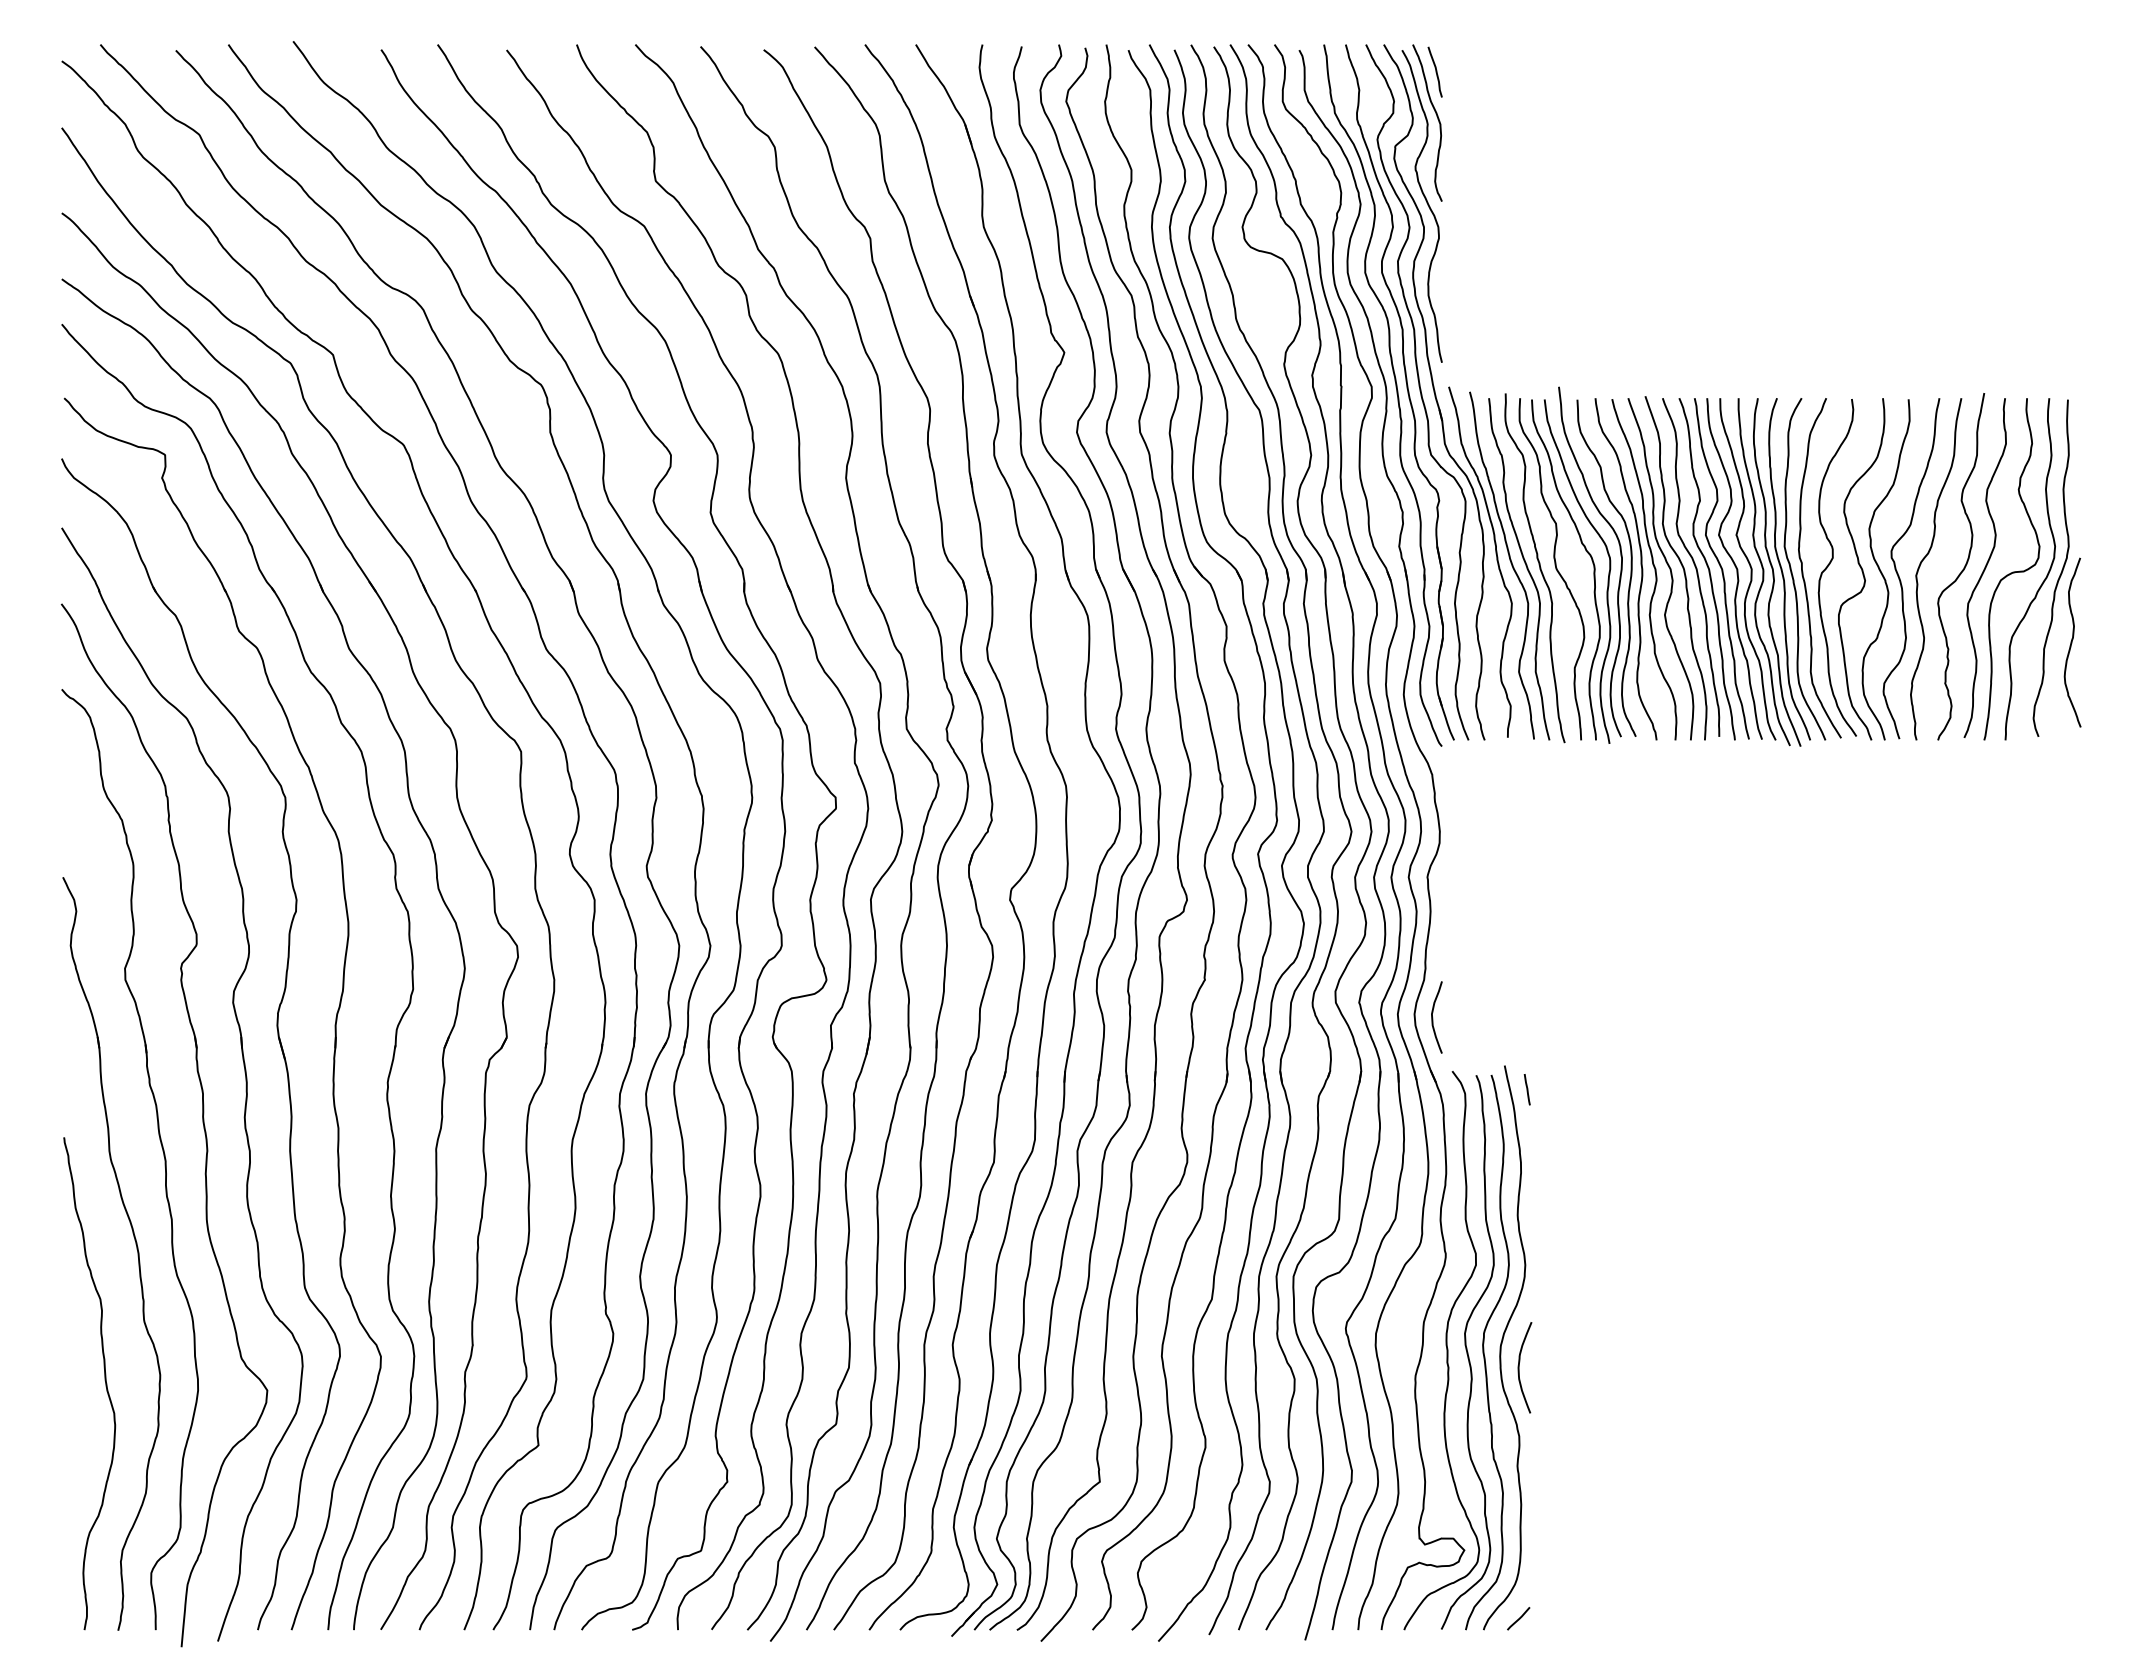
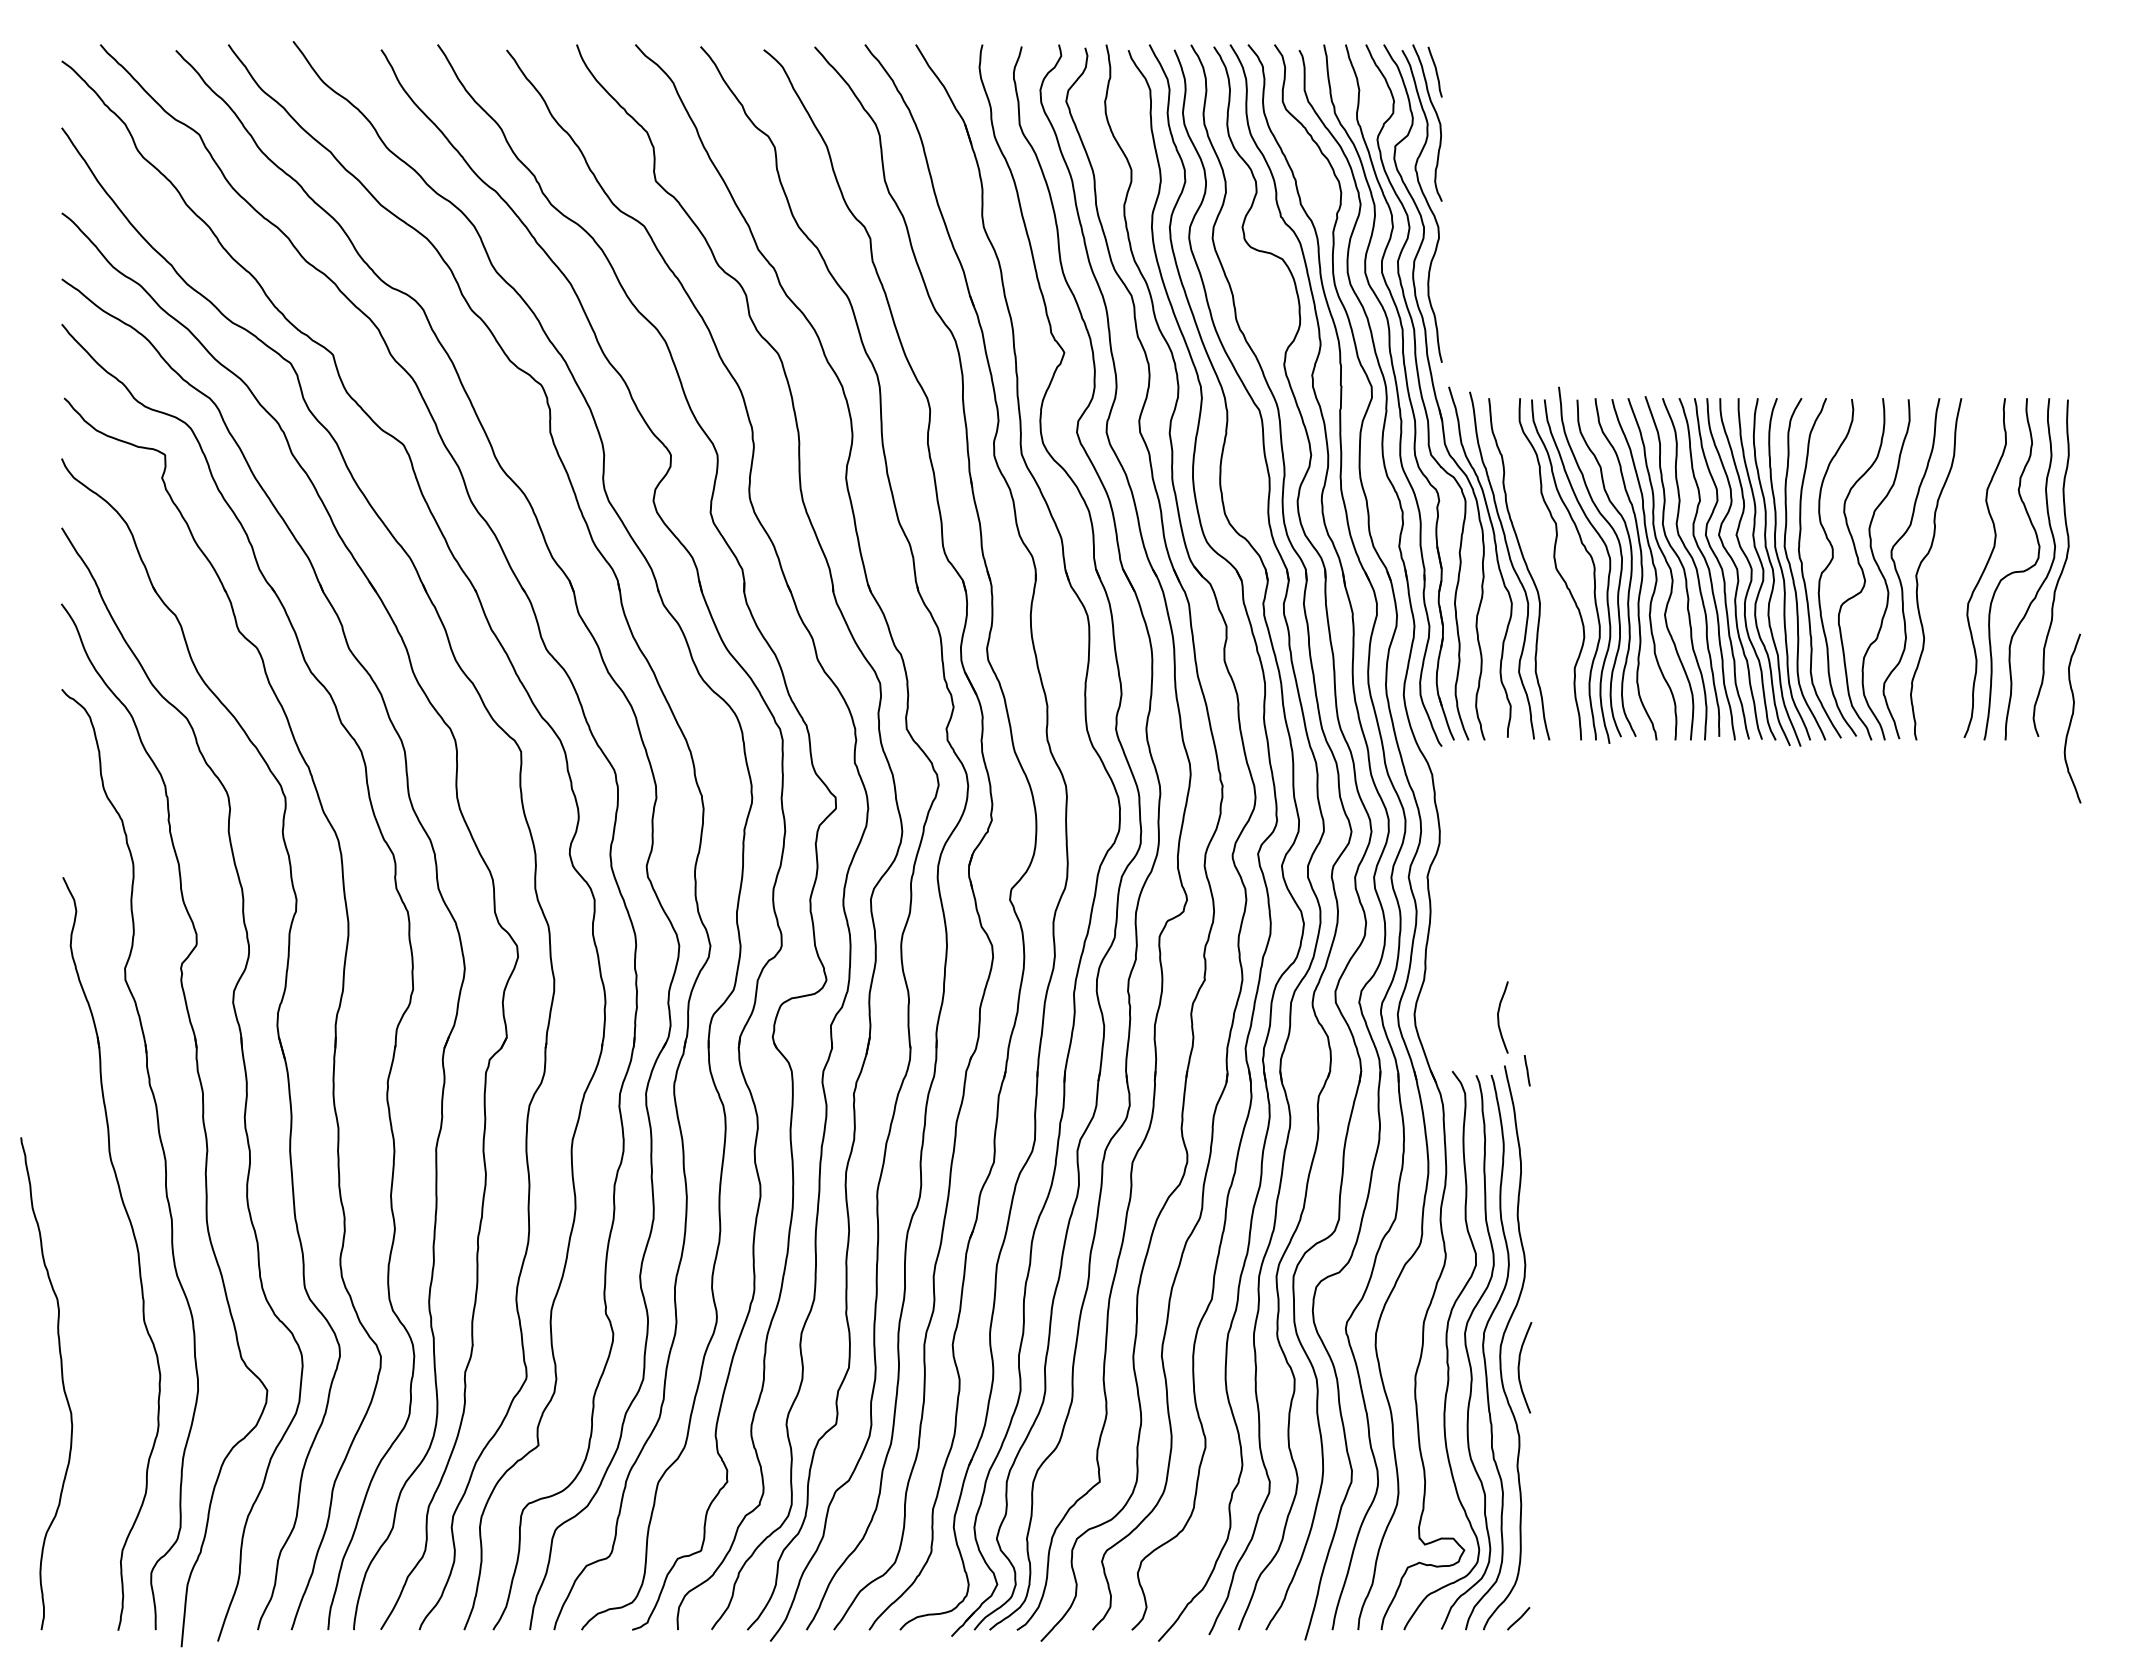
curve at (1538, 565): present -> none
curve at (1963, 567): present -> none
curve at (2072, 642) position: (2072, 642) -> (2072, 718)
curve at (1433, 1017) position: (1433, 1017) -> (1499, 1017)
line at (1526, 1089) position: (1526, 1089) -> (1526, 1070)
curve at (104, 1380) position: (104, 1380) -> (61, 1380)
